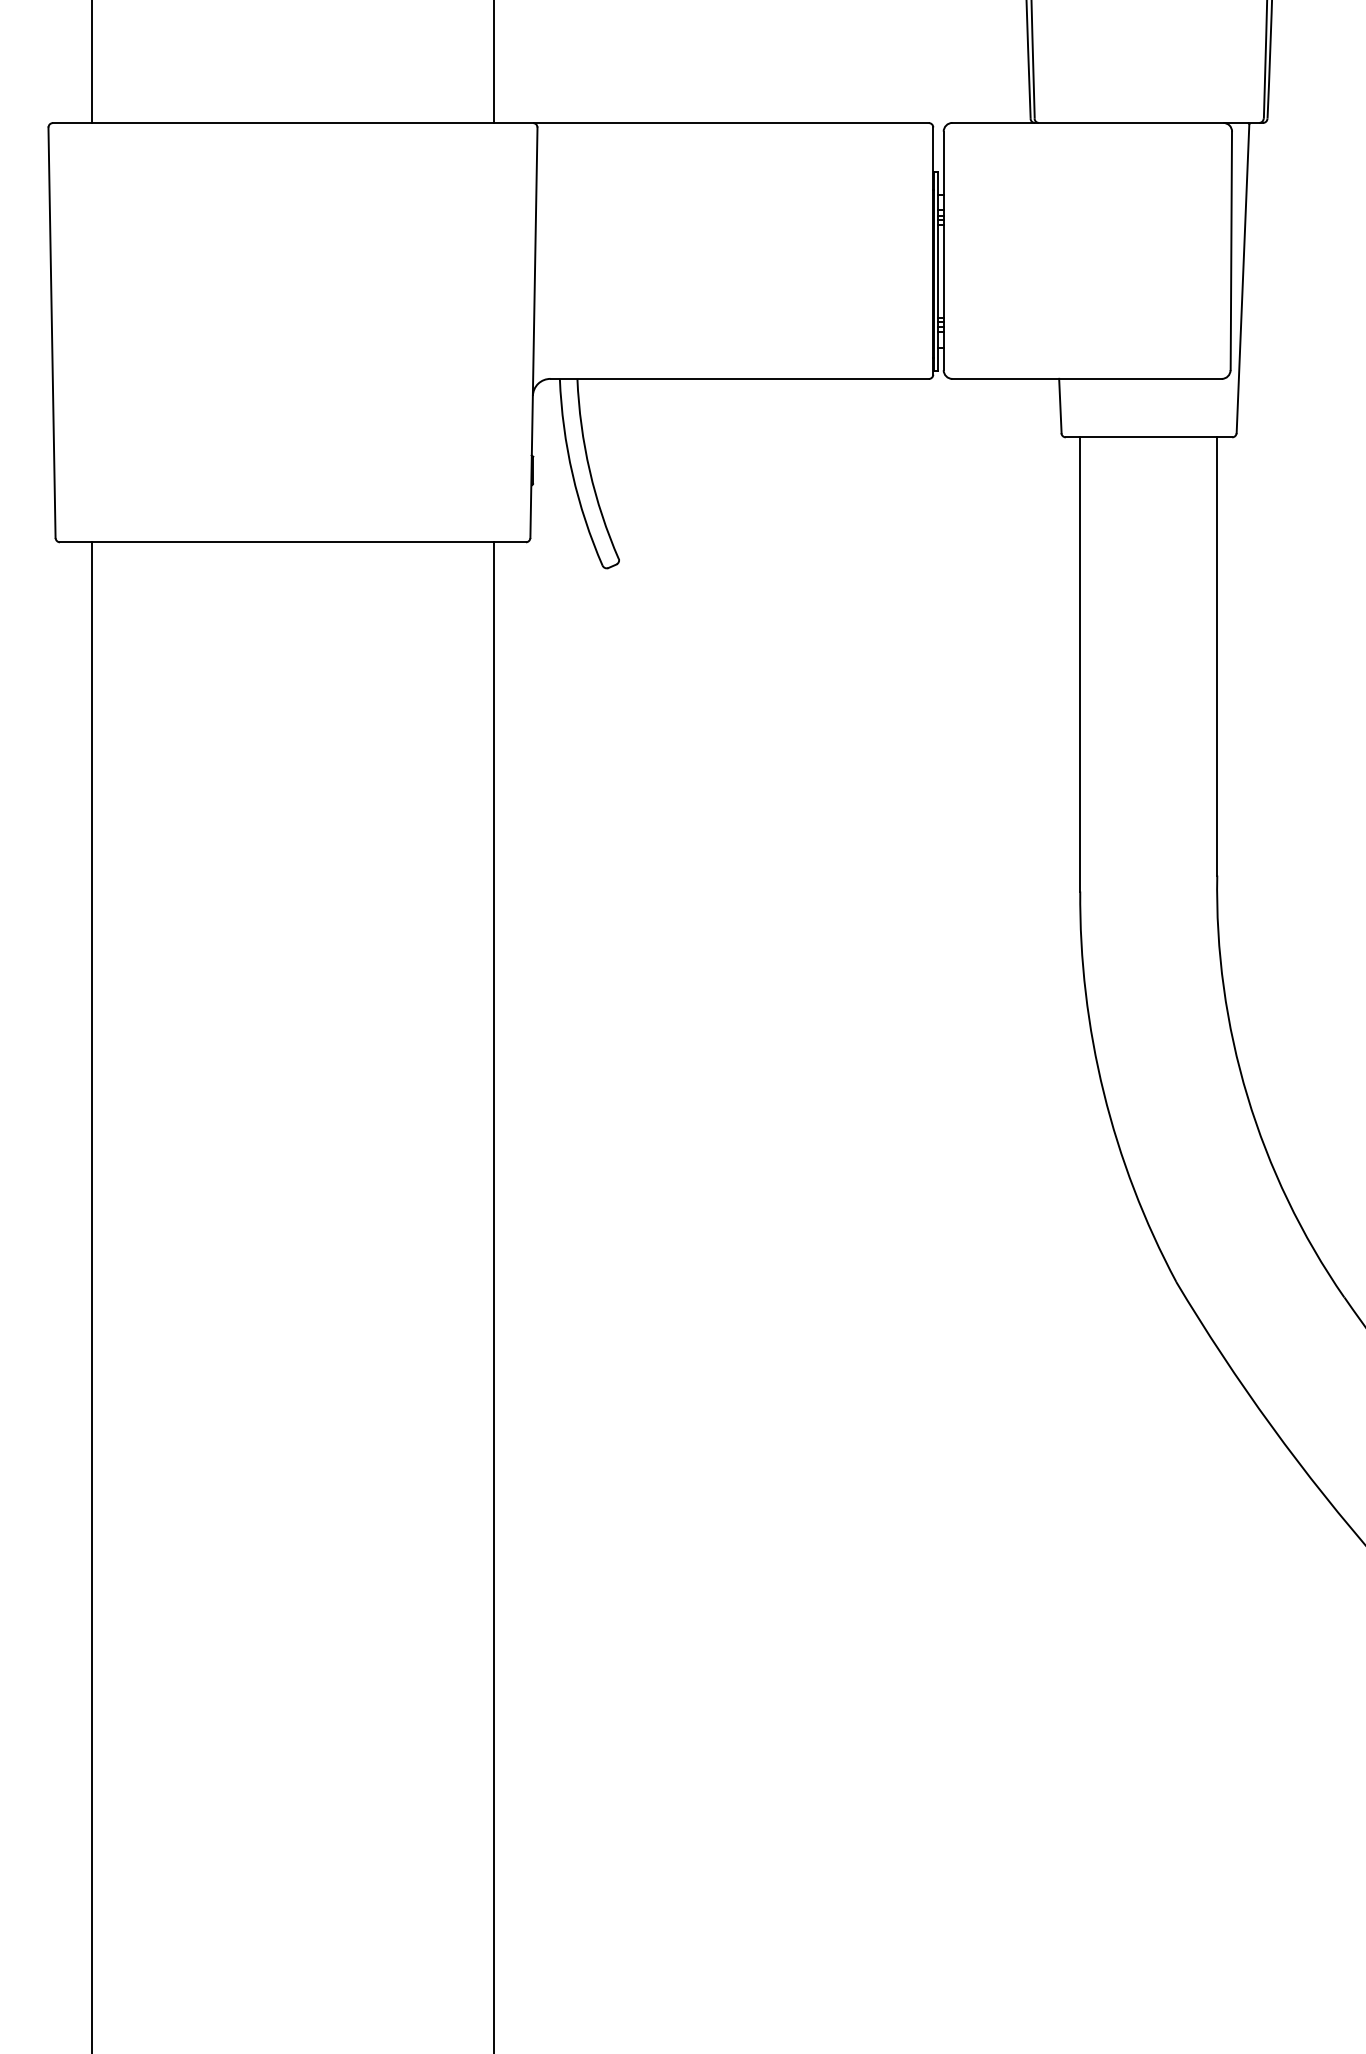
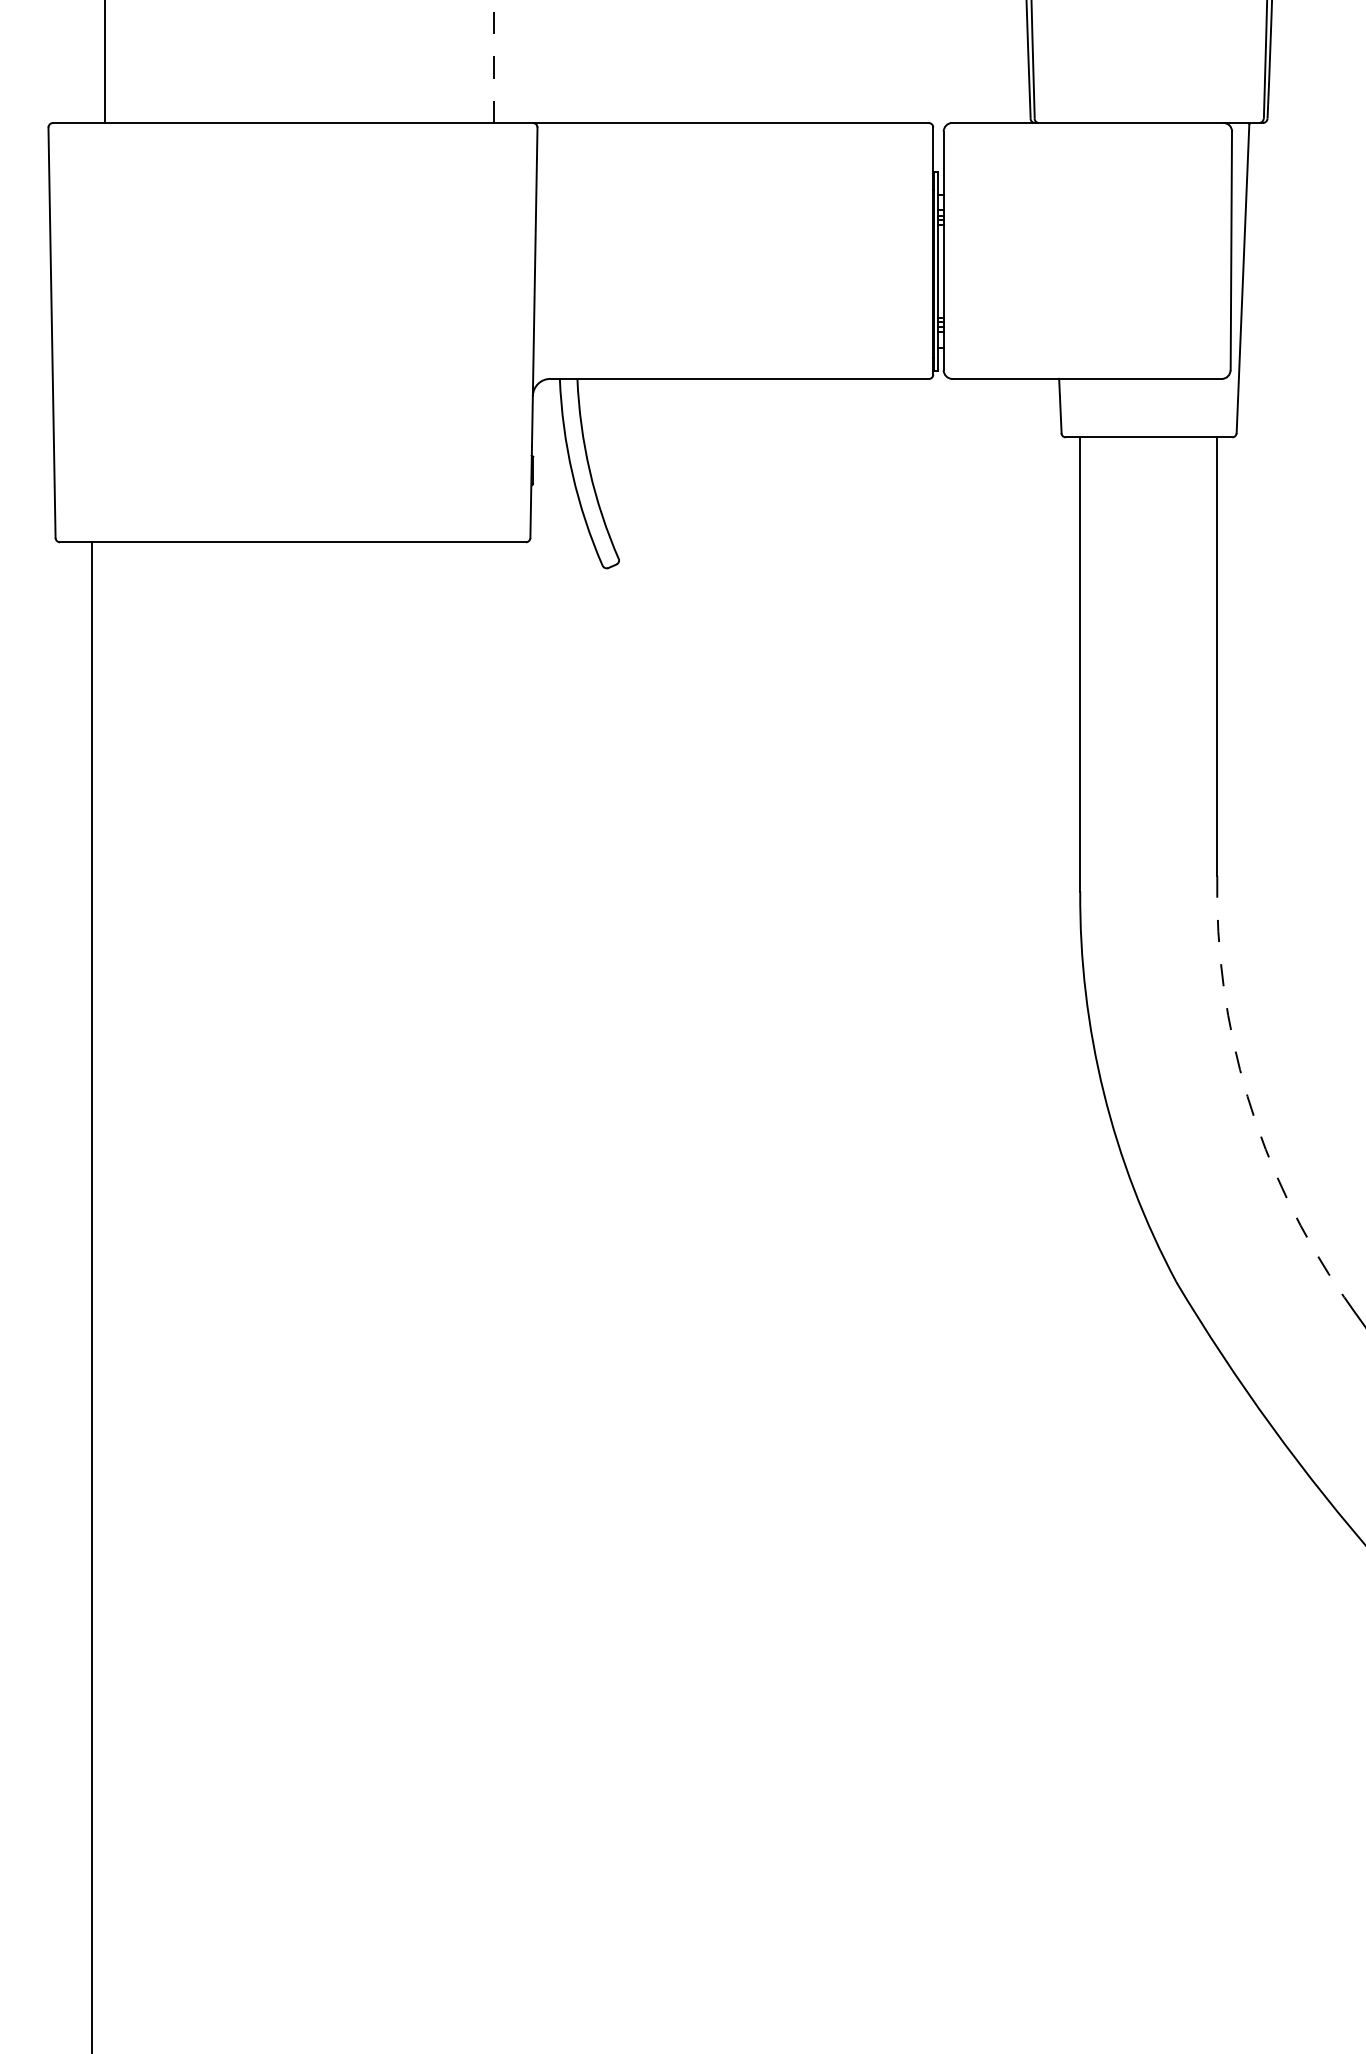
line at (493, 61): solid -> dashed
line at (91, 62) position: (91, 62) -> (104, 62)
arc at (1247, 1096): solid -> dashed
line at (493, 1296): present -> none
